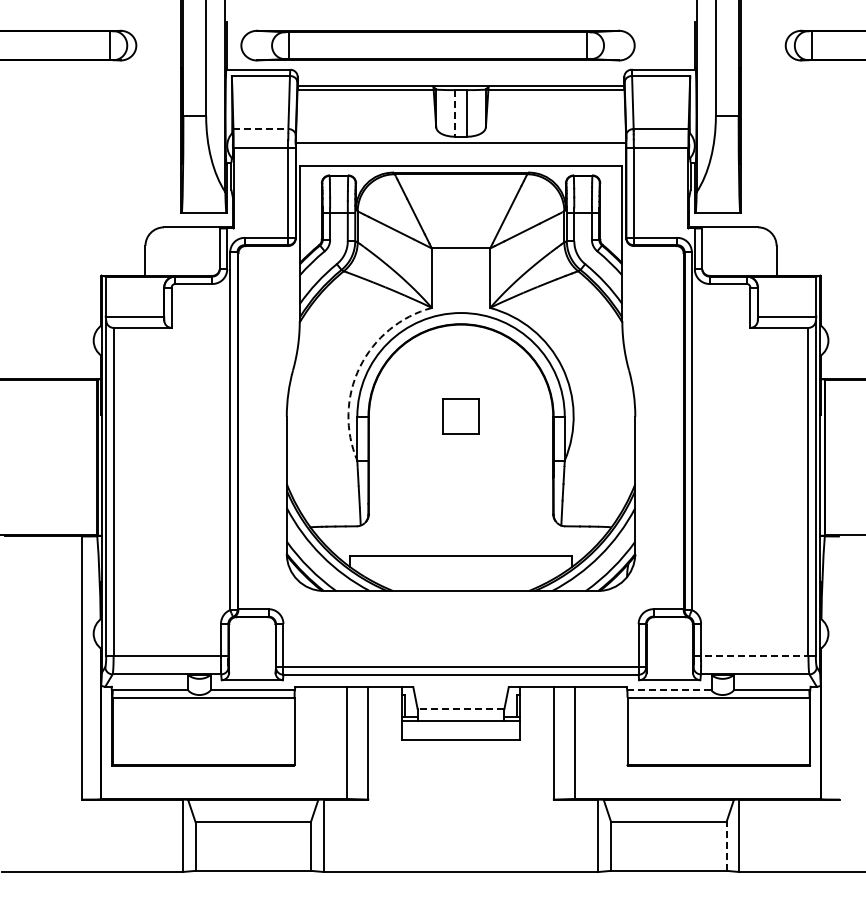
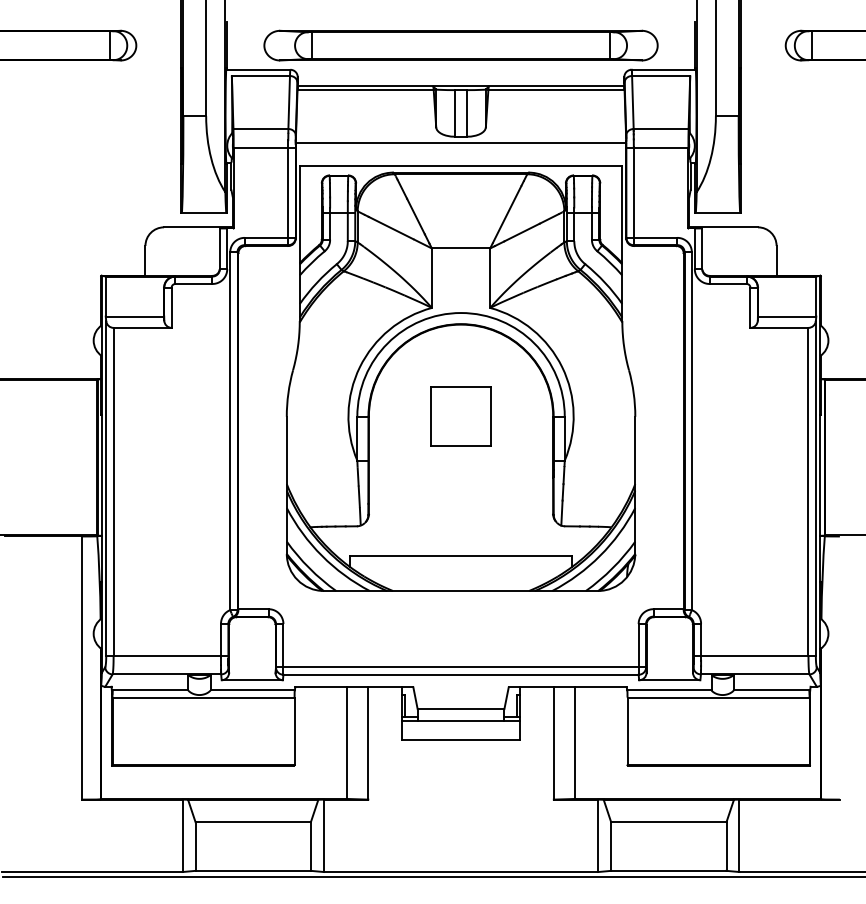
part at (437, 45) position: (437, 45) -> (460, 45)
line at (454, 113): dashed -> solid
line at (261, 129): dashed -> solid
arc at (359, 367): dashed -> solid
part at (460, 416) size: 38x37 px -> 62x61 px
line at (751, 656): dashed -> solid
line at (669, 690): dashed -> solid
line at (460, 709): dashed -> solid
line at (726, 846): dashed -> solid
line at (432, 876): none -> present
